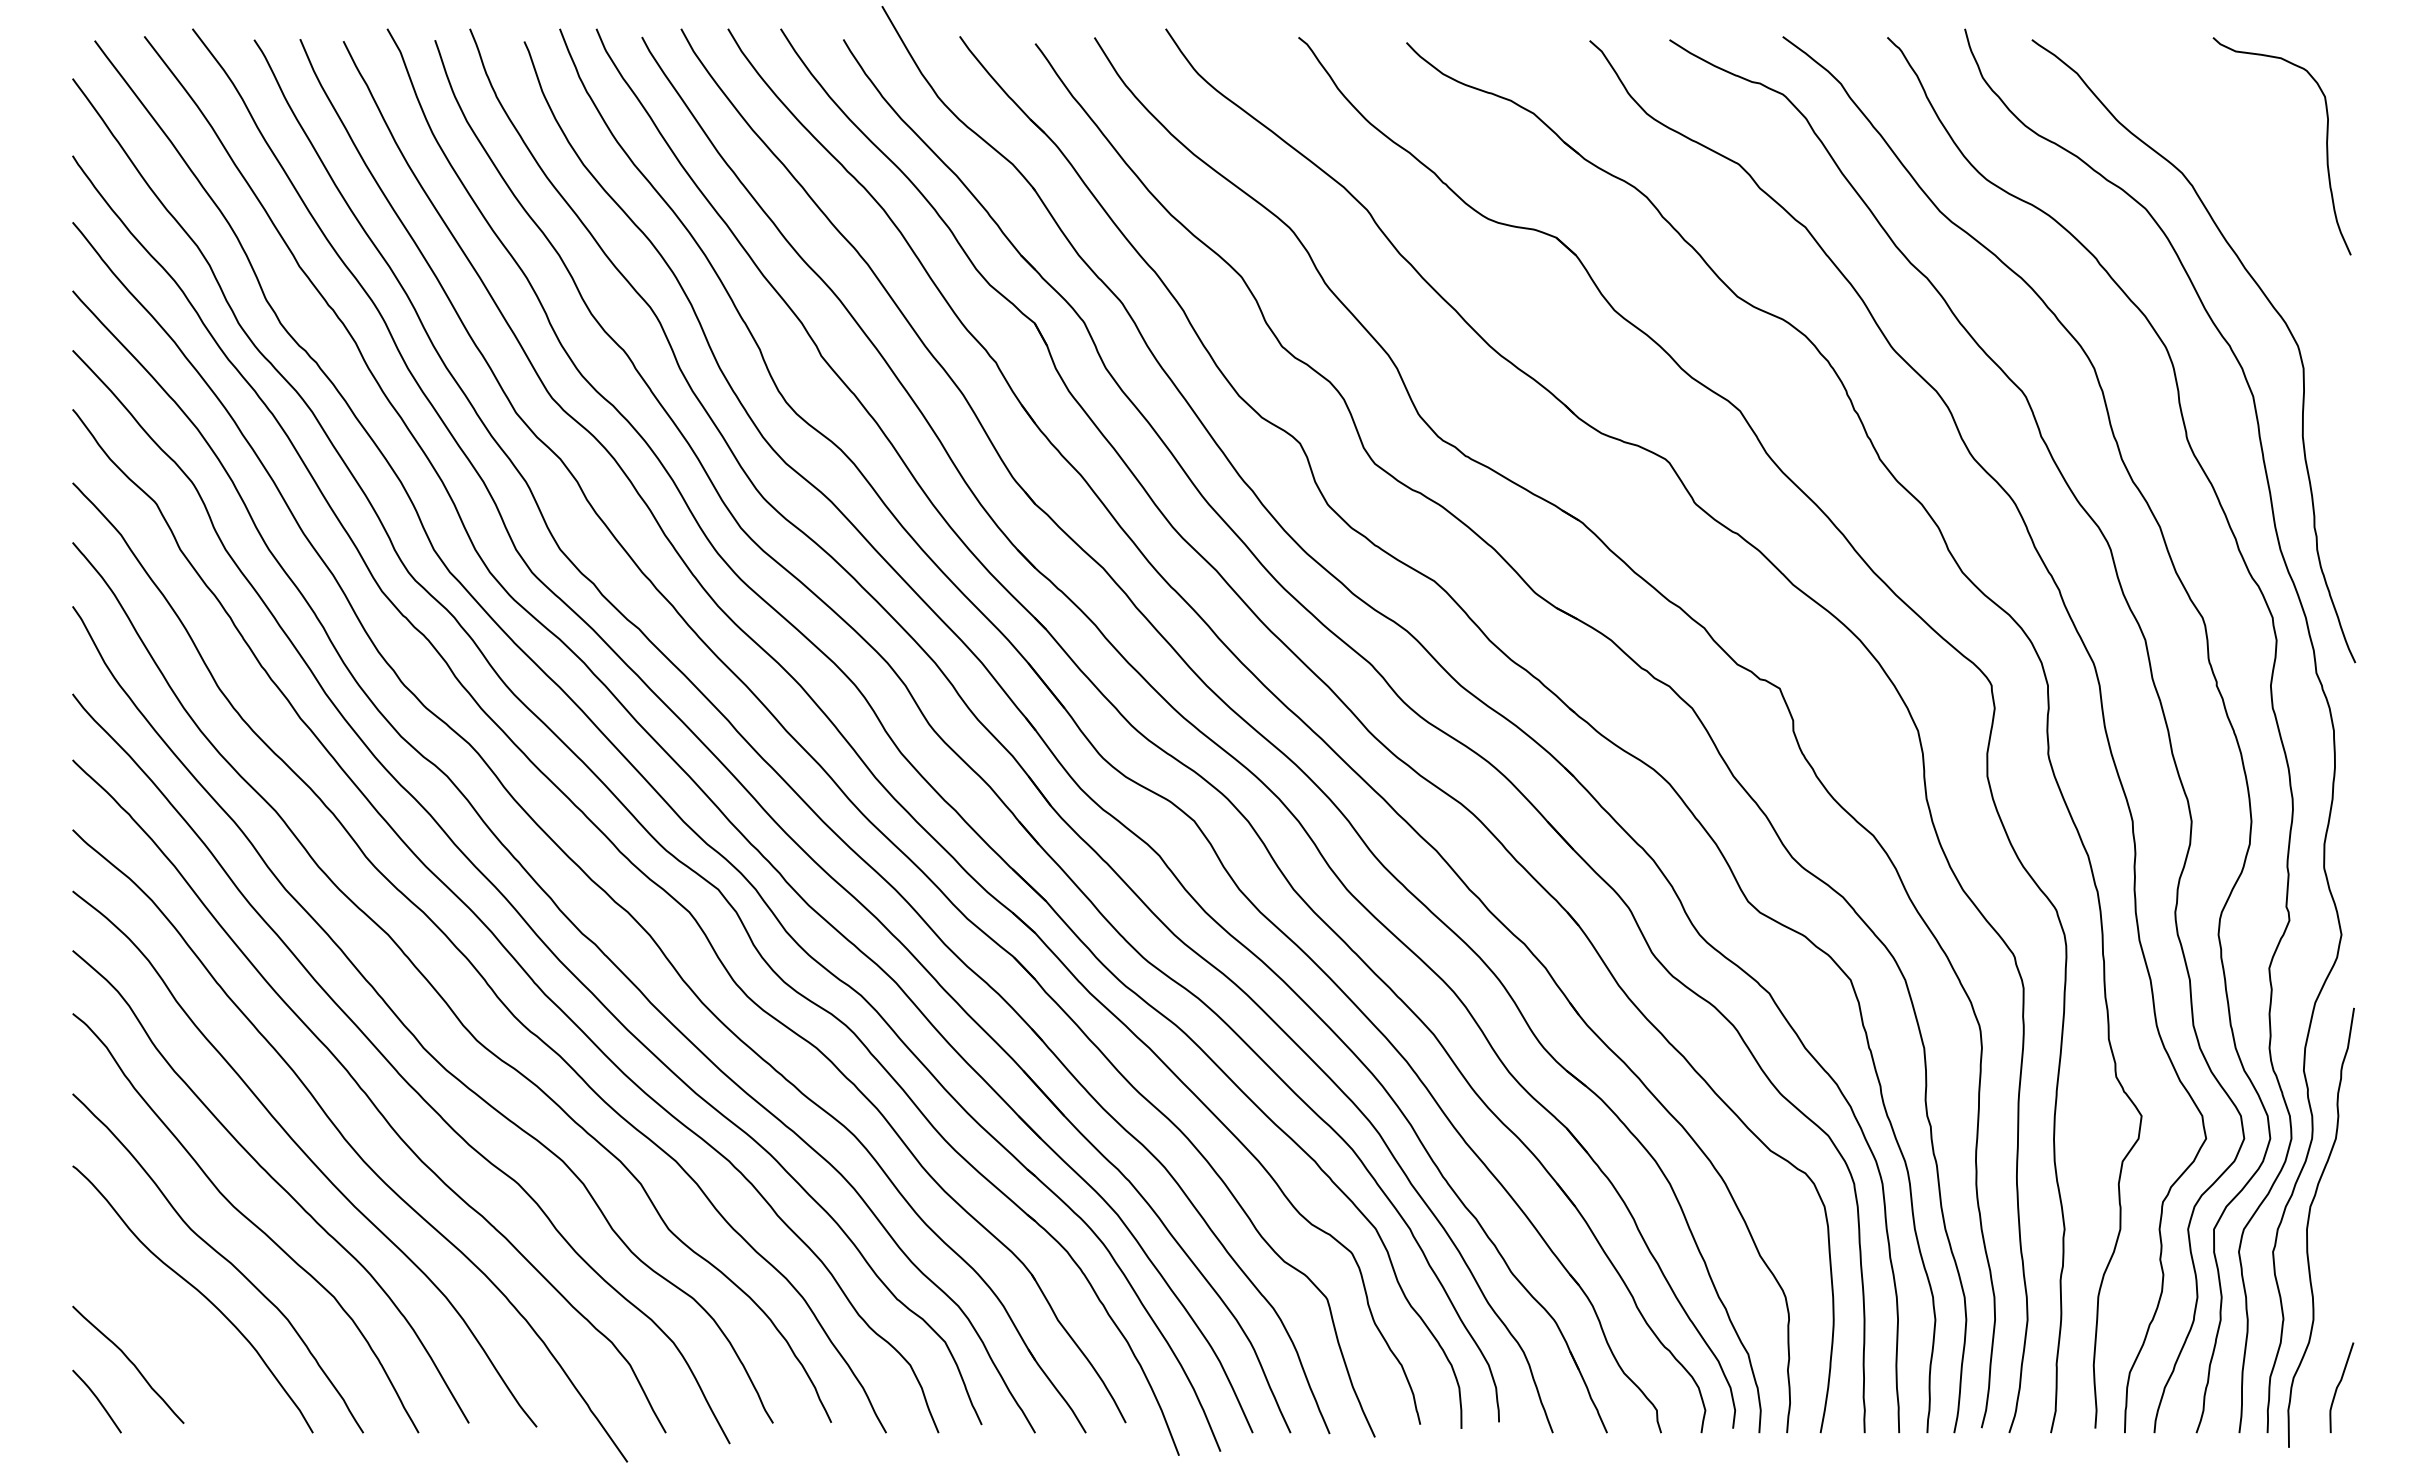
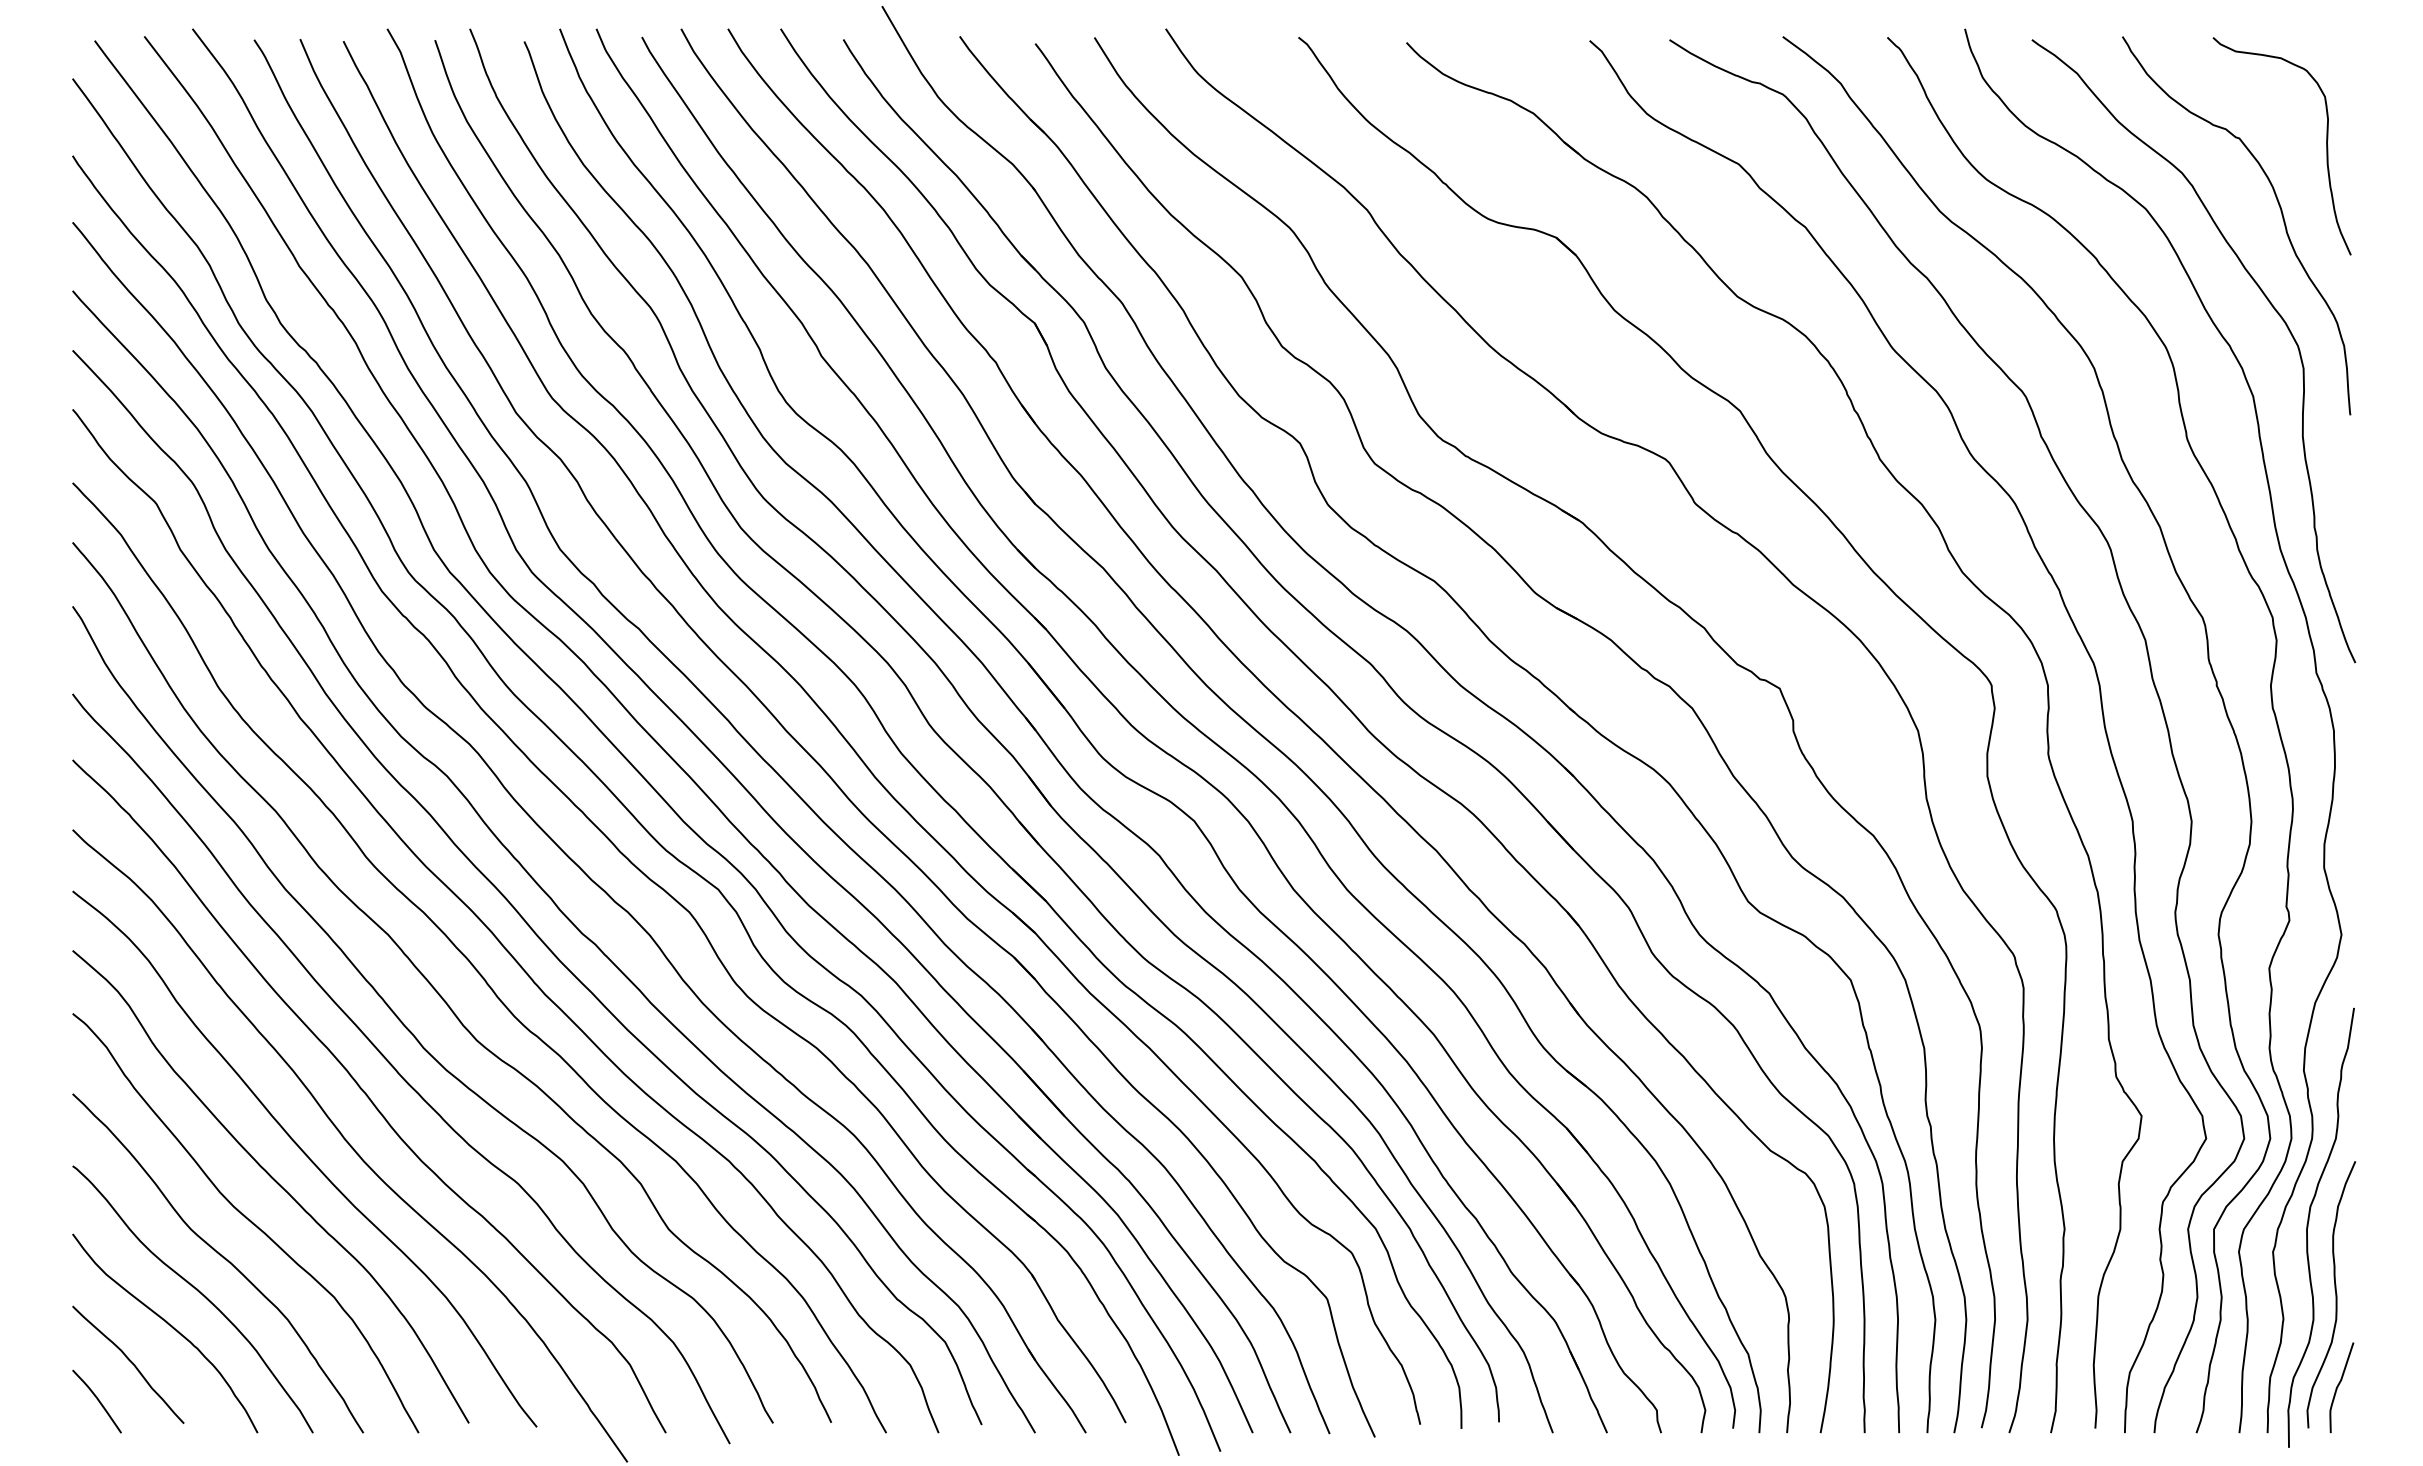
curve at (2281, 215): none -> present
curve at (2335, 1294): none -> present
curve at (171, 1327): none -> present
